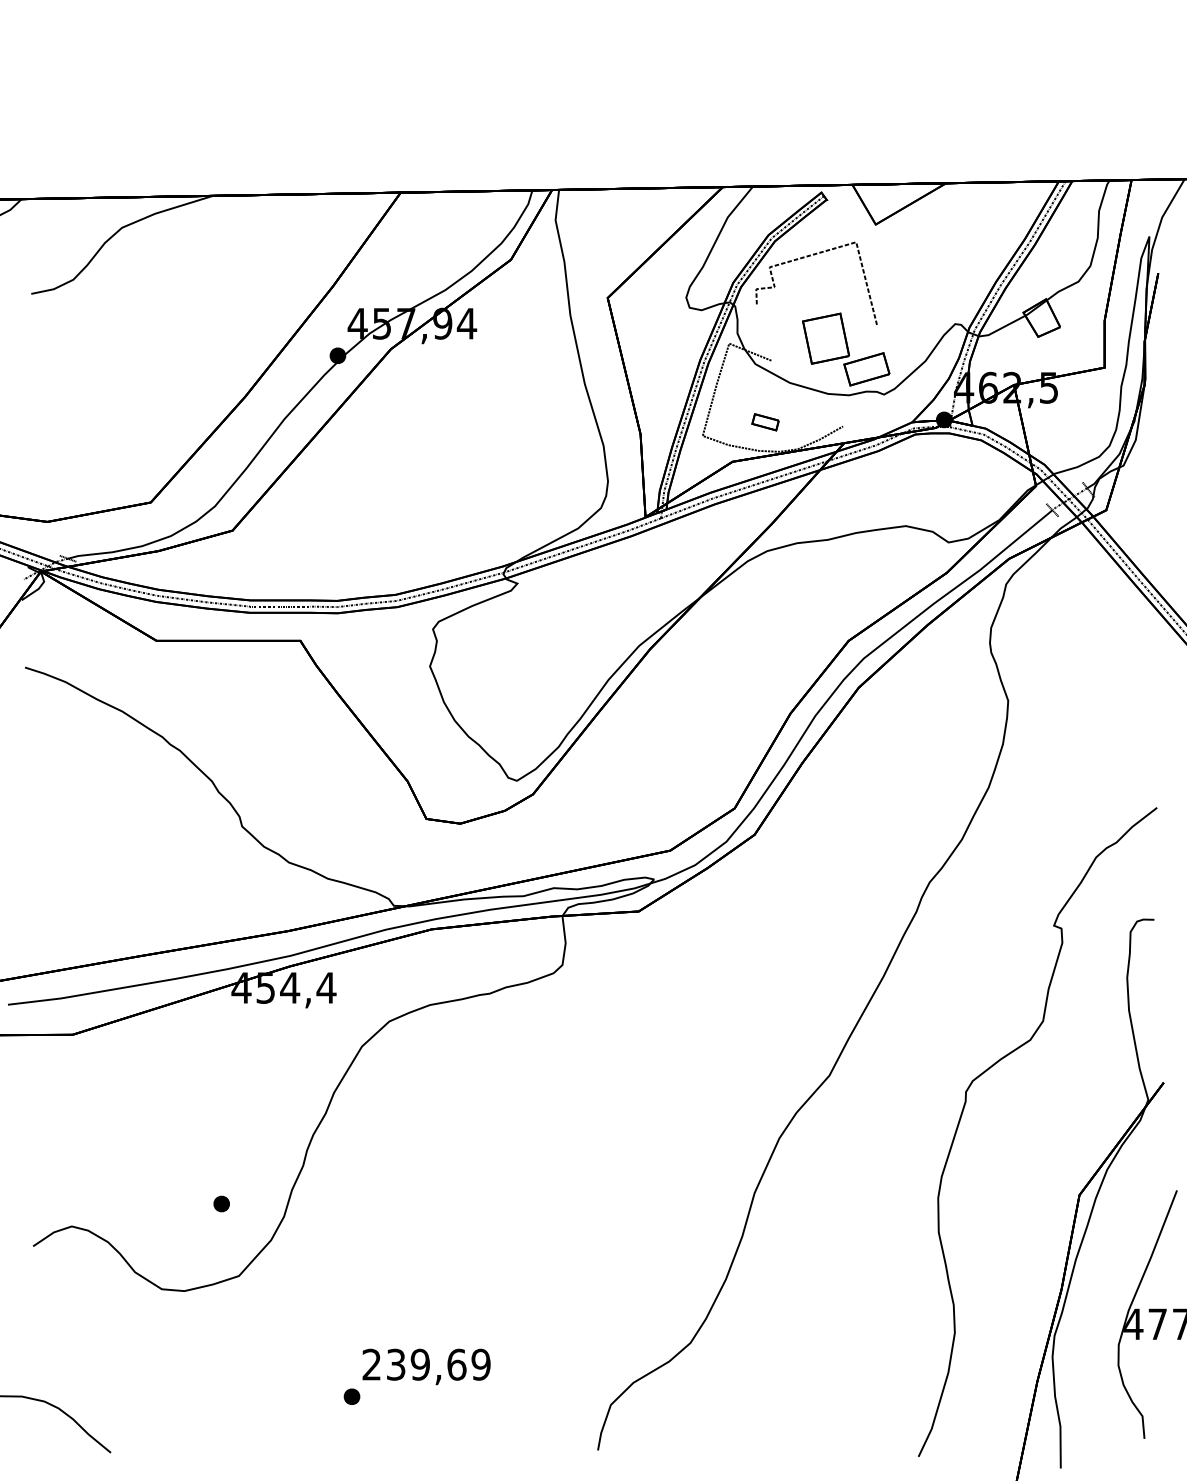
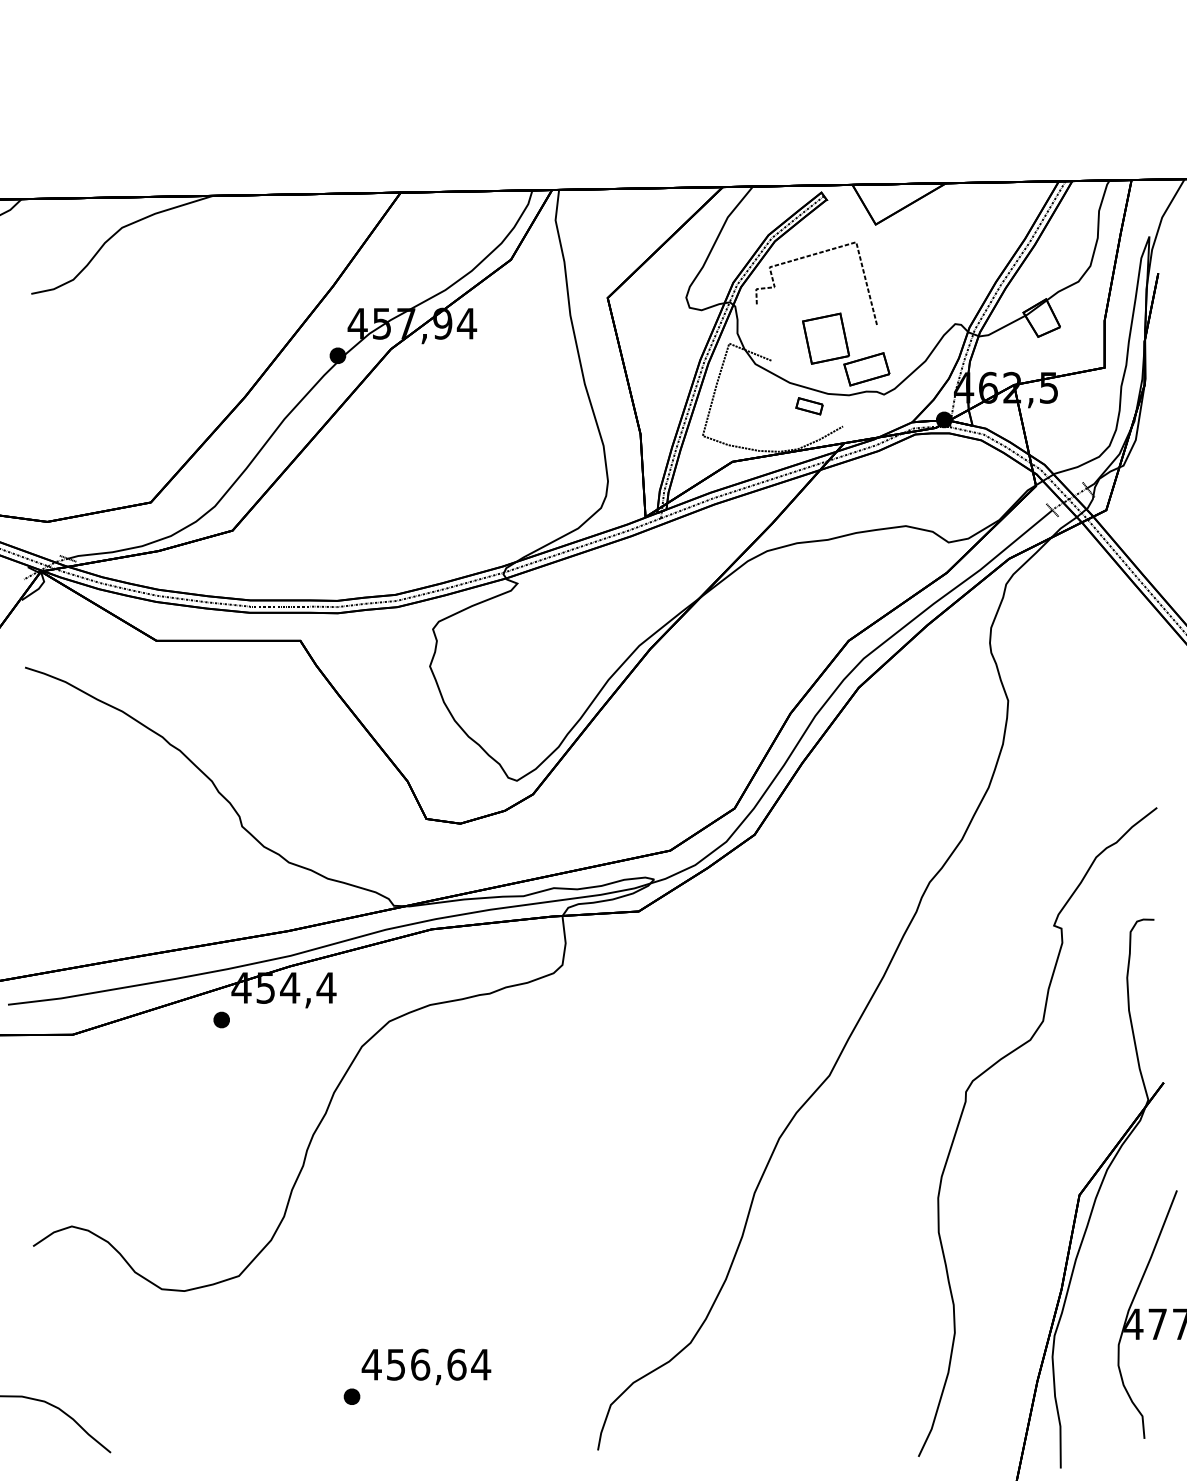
part at (765, 422) position: (765, 422) -> (809, 406)
part at (221, 1203) position: (221, 1203) -> (221, 1019)
text at (426, 1364): 239,69 -> 456,64
